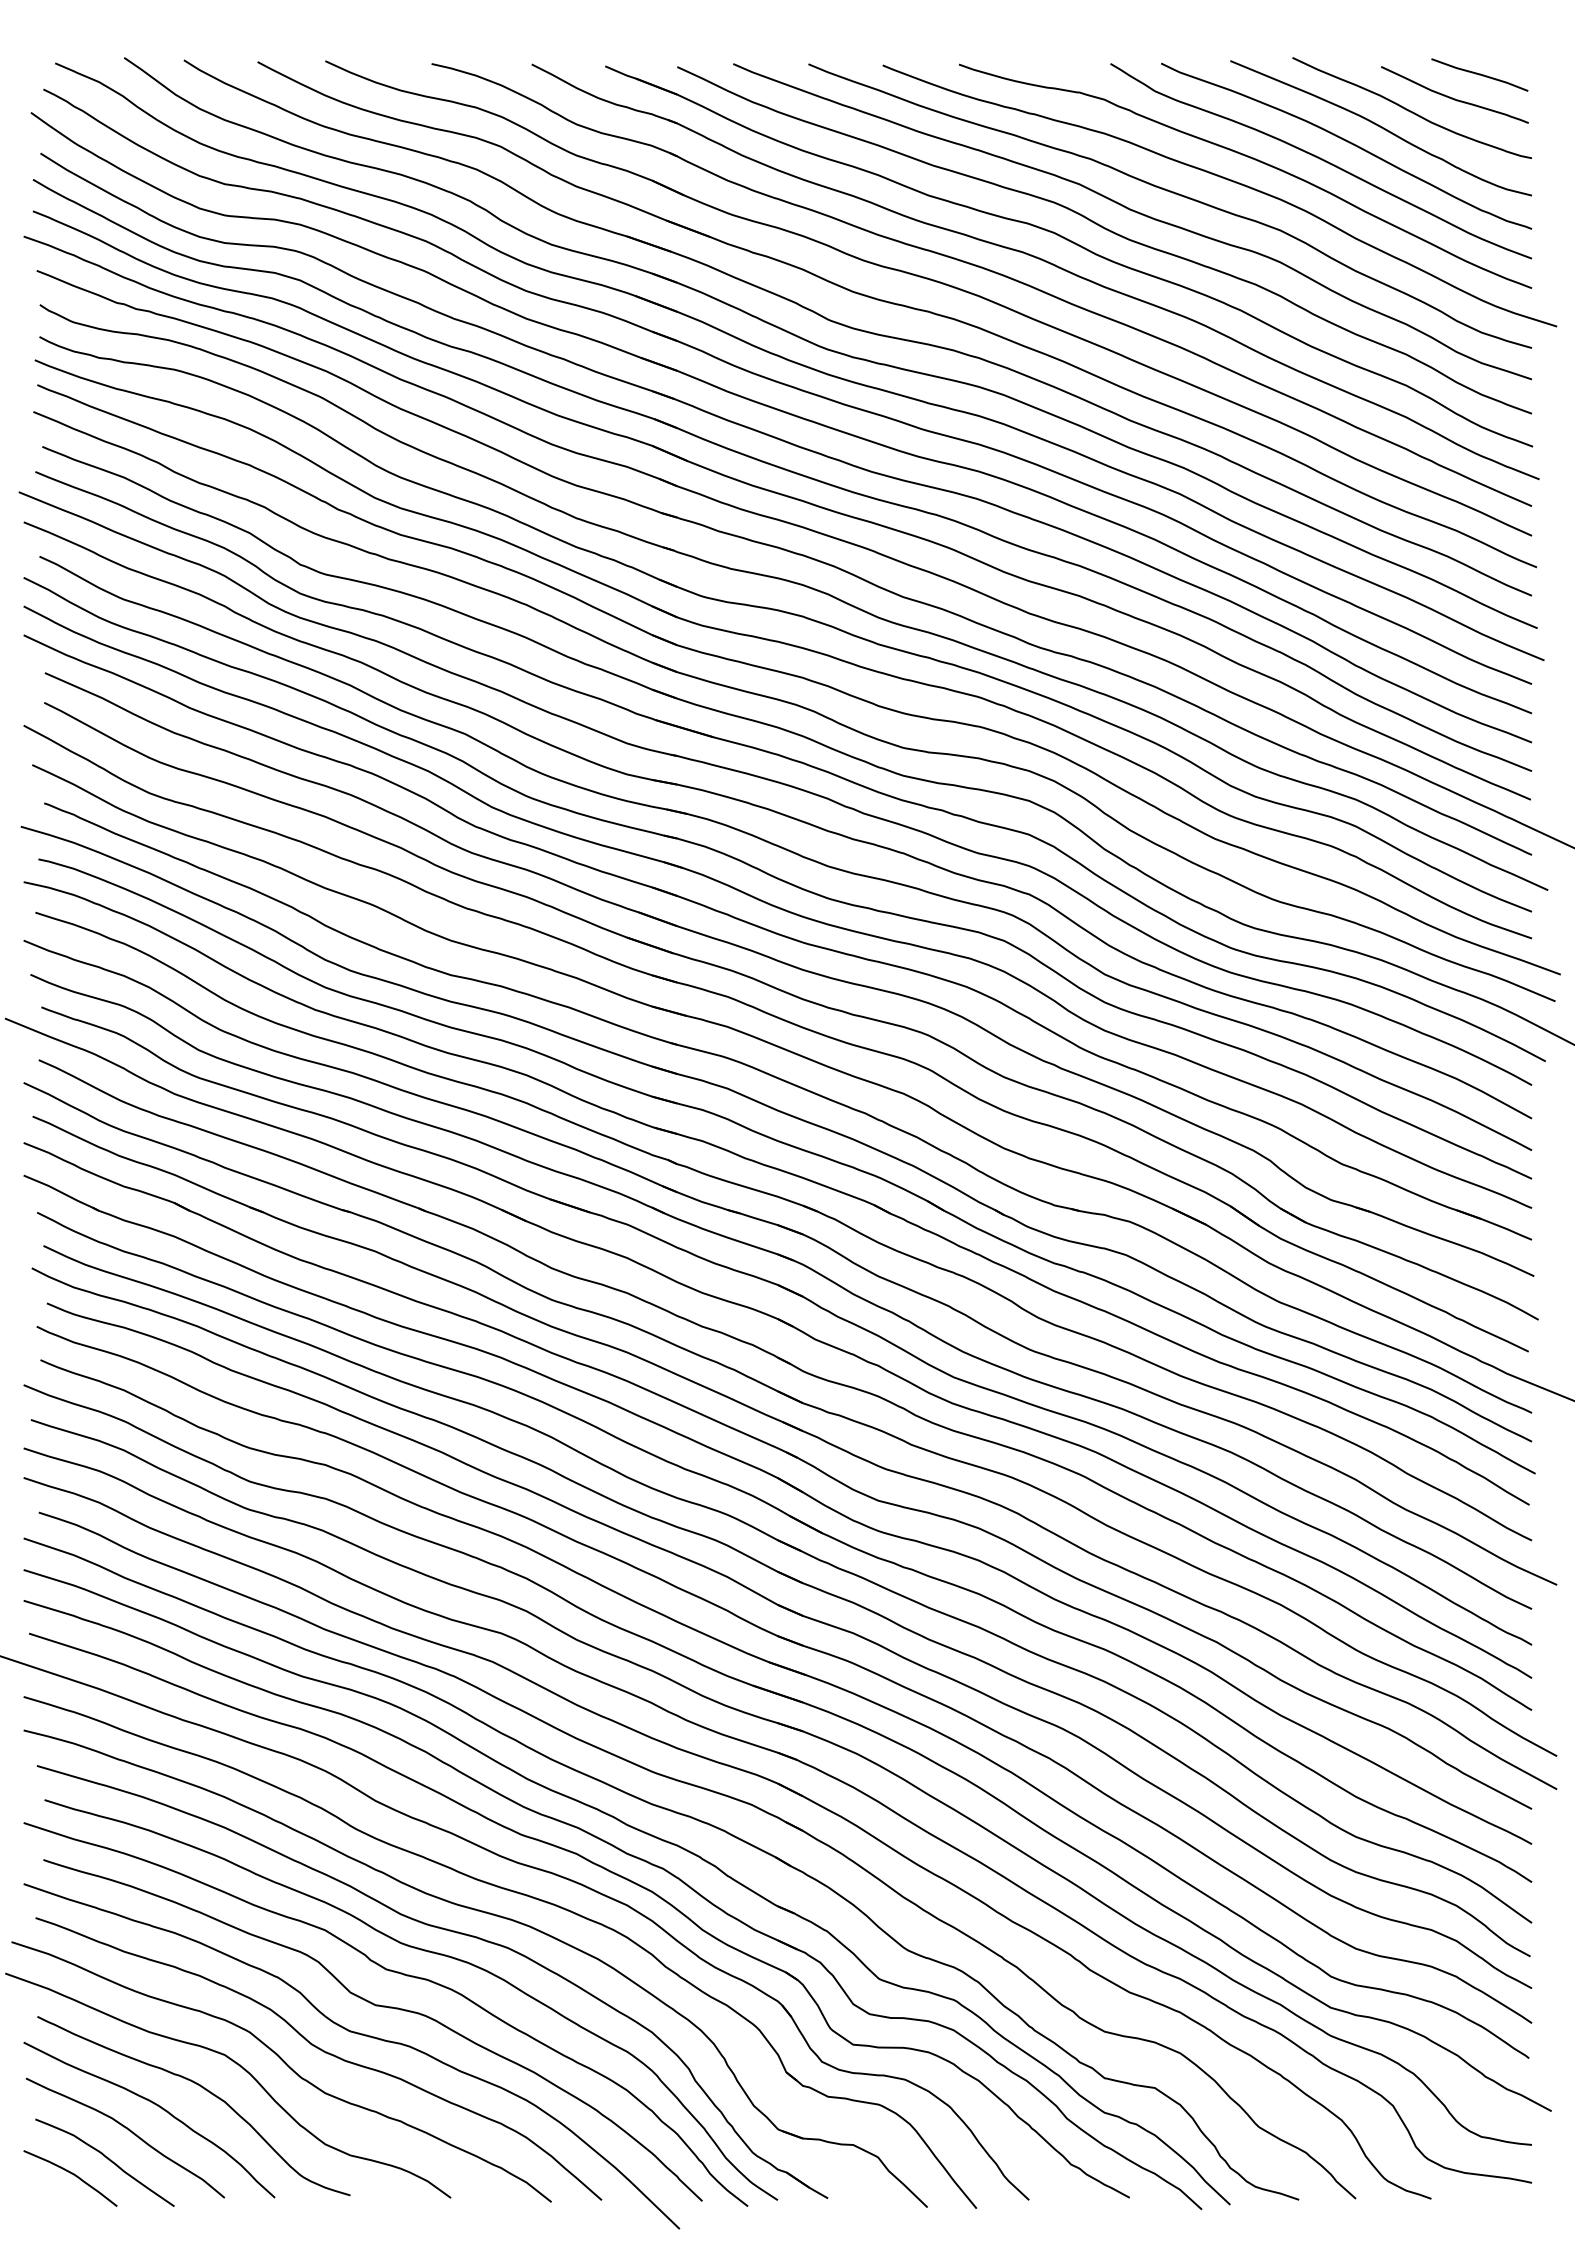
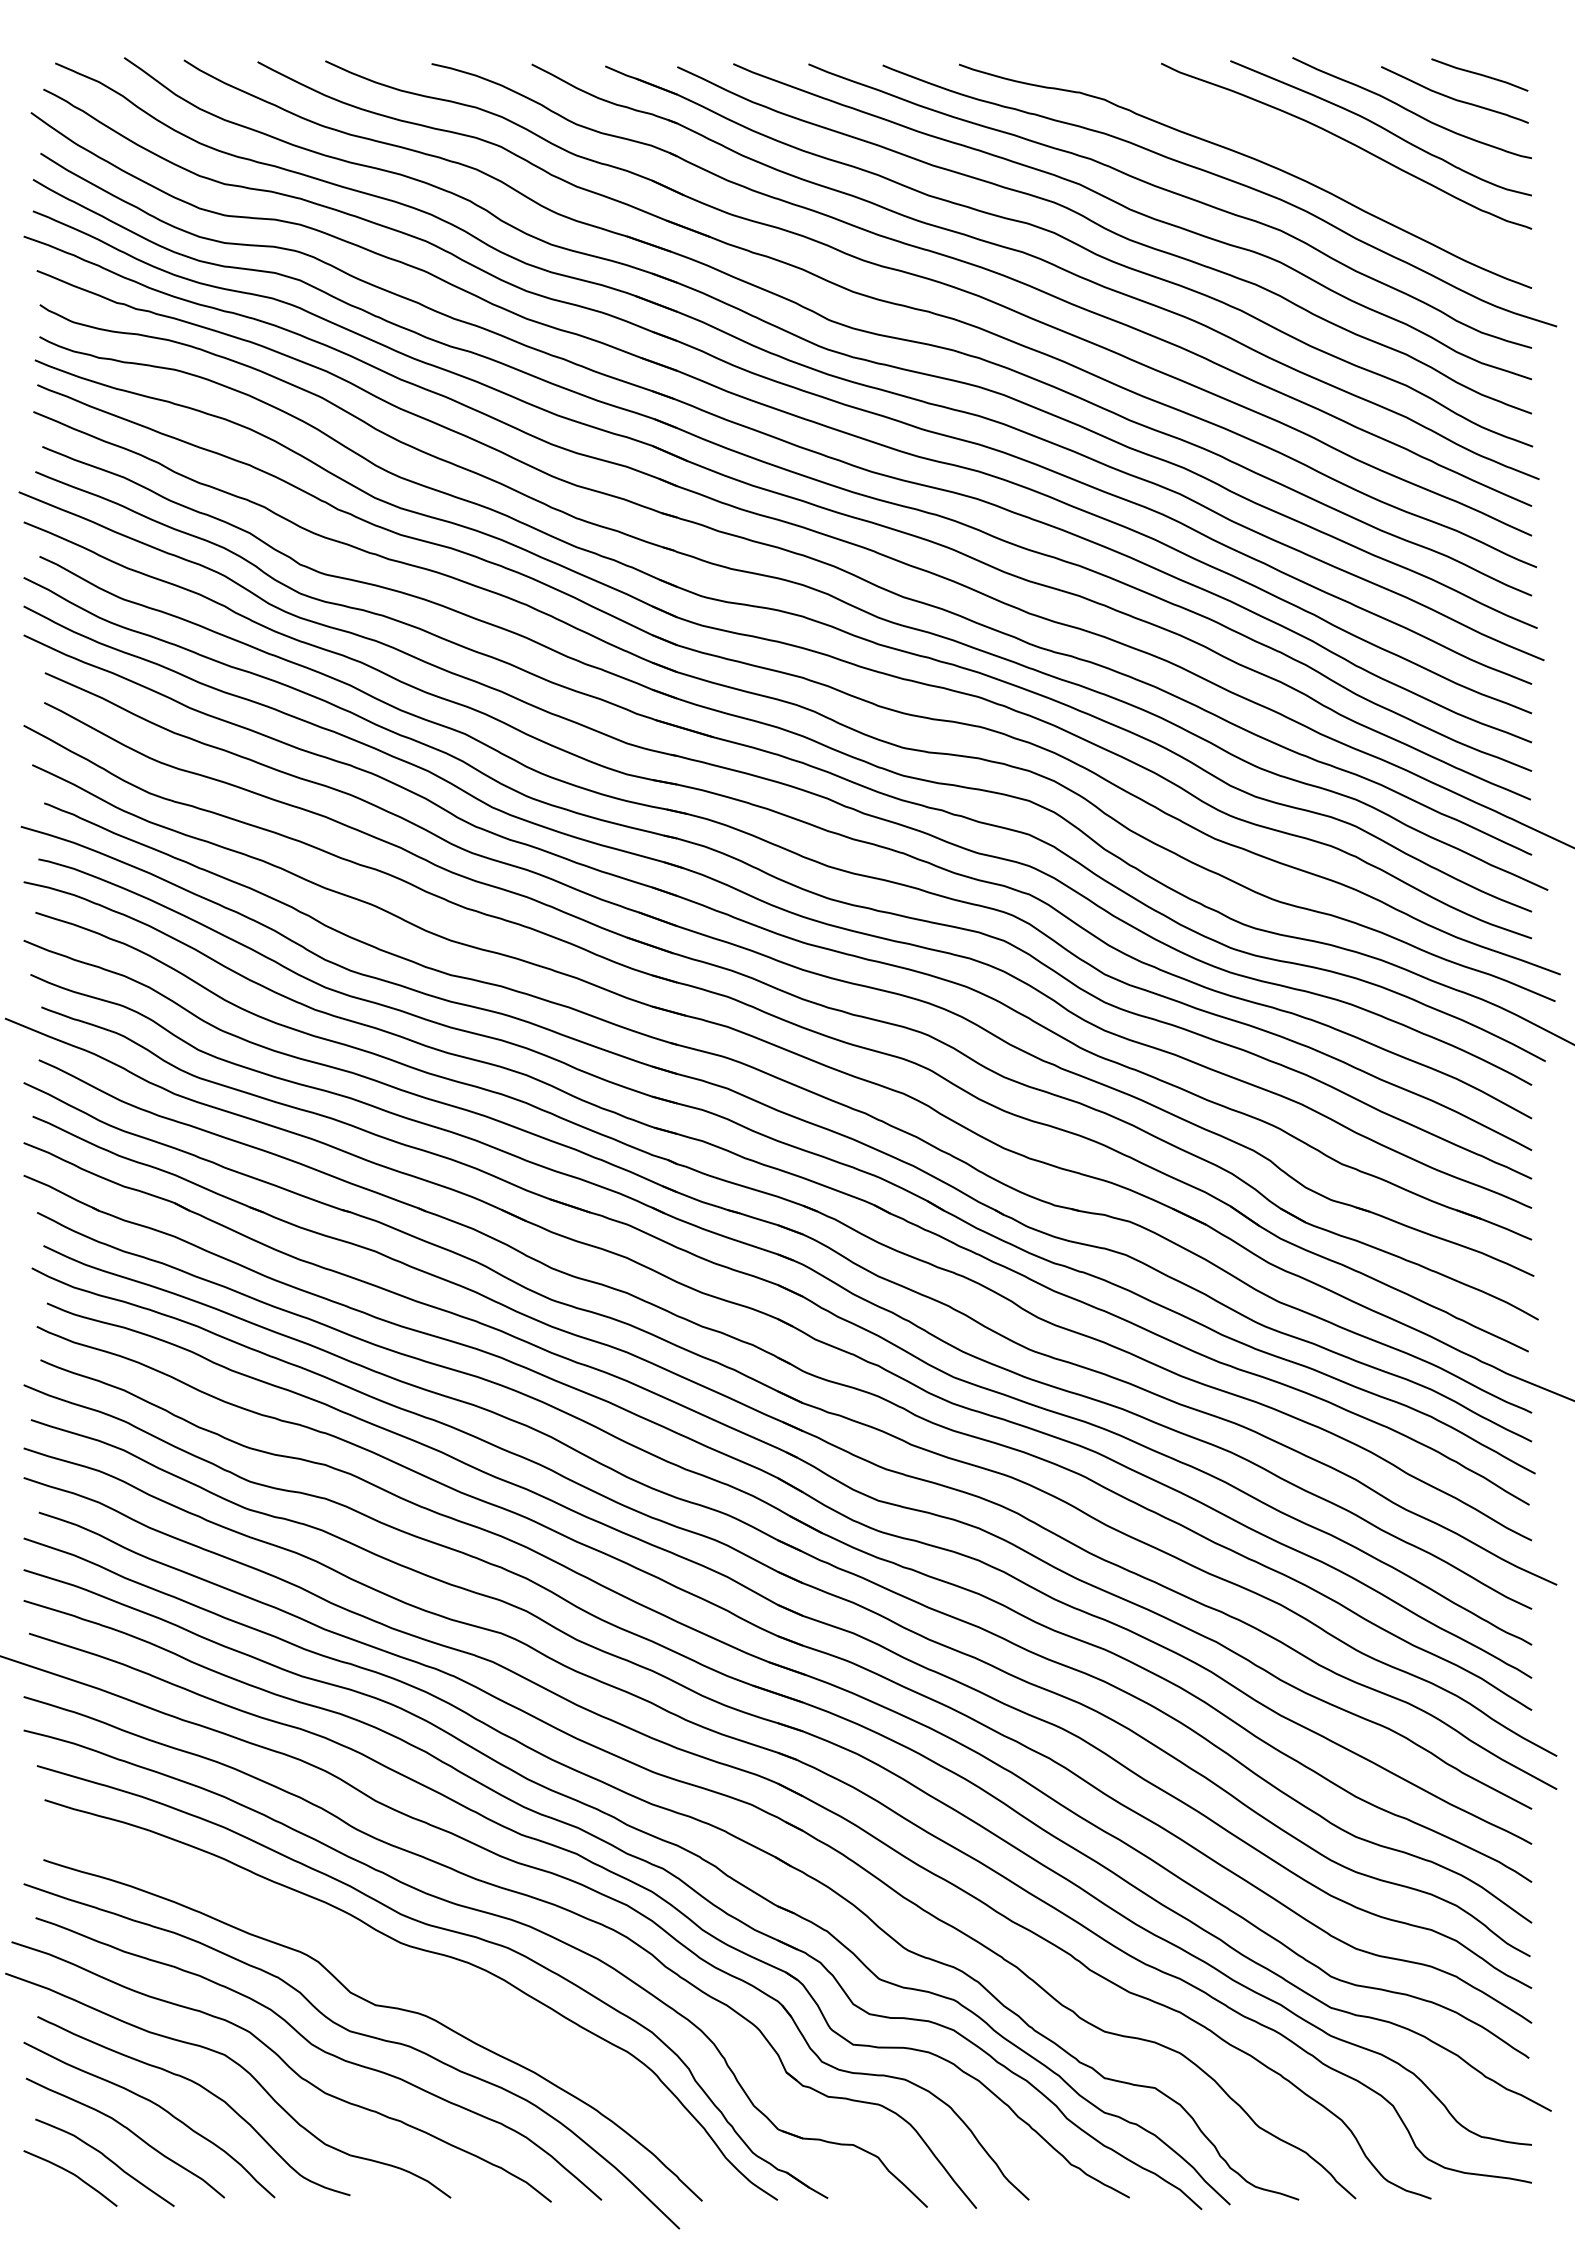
curve at (1321, 160): present -> none
curve at (397, 1973): present -> none
